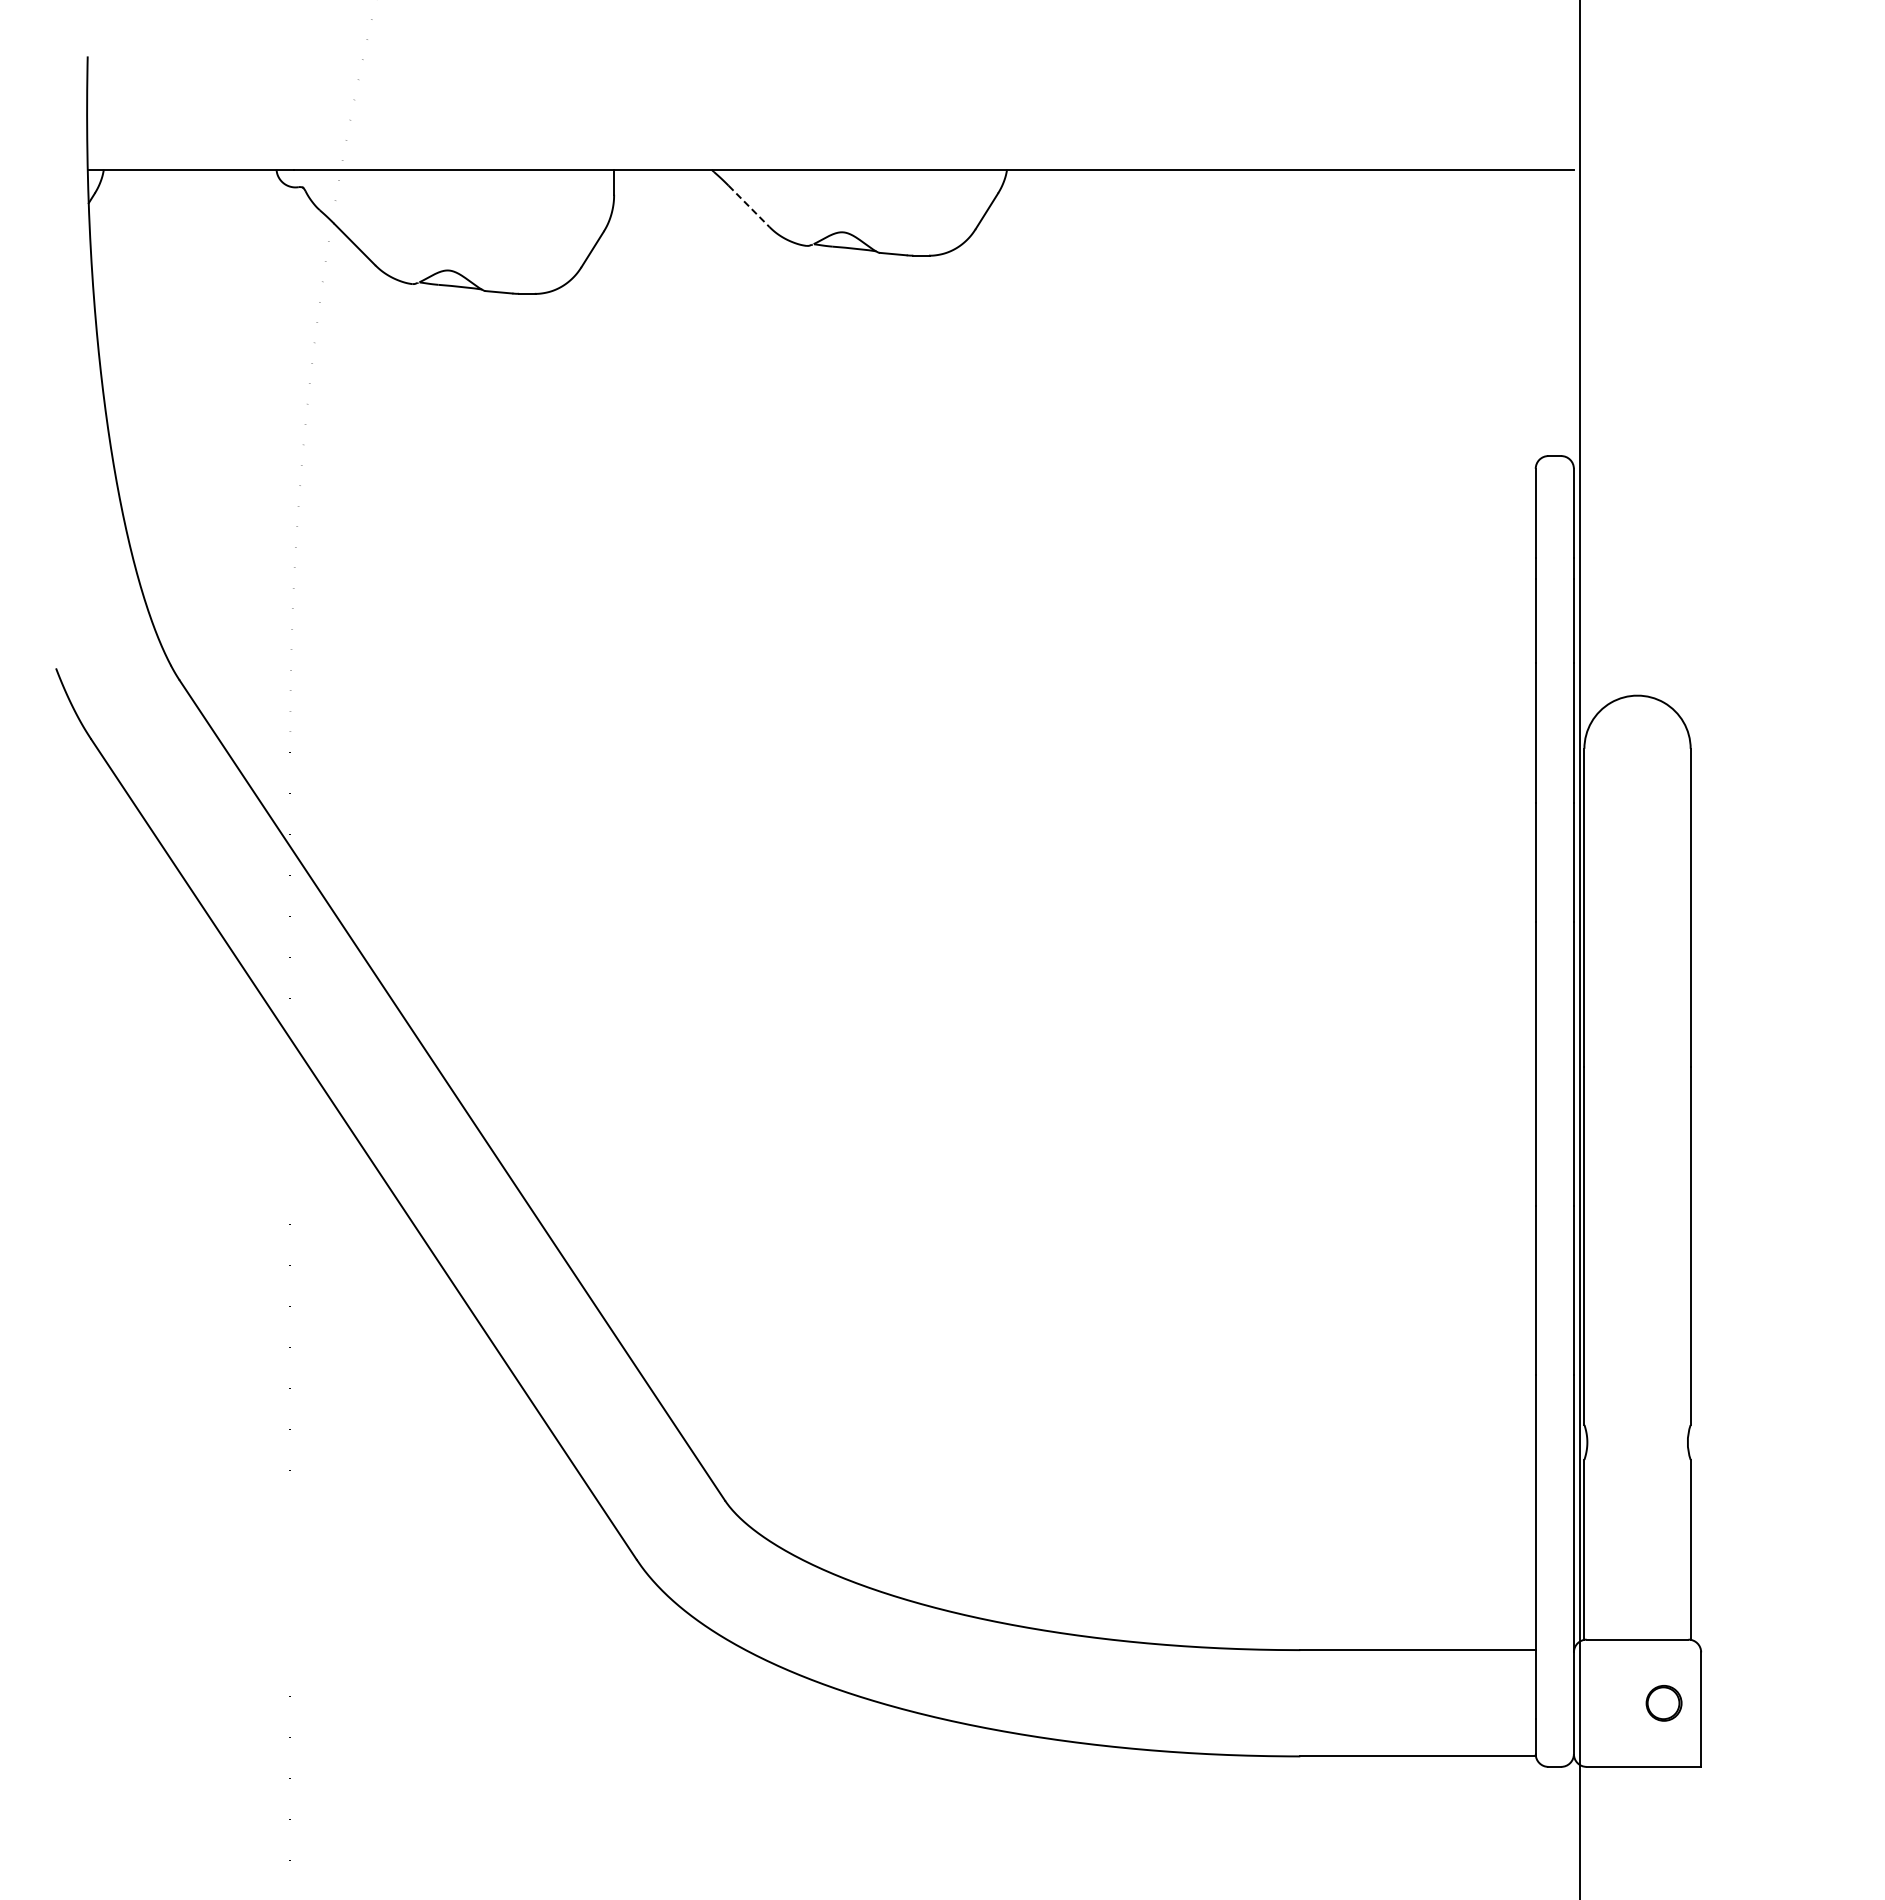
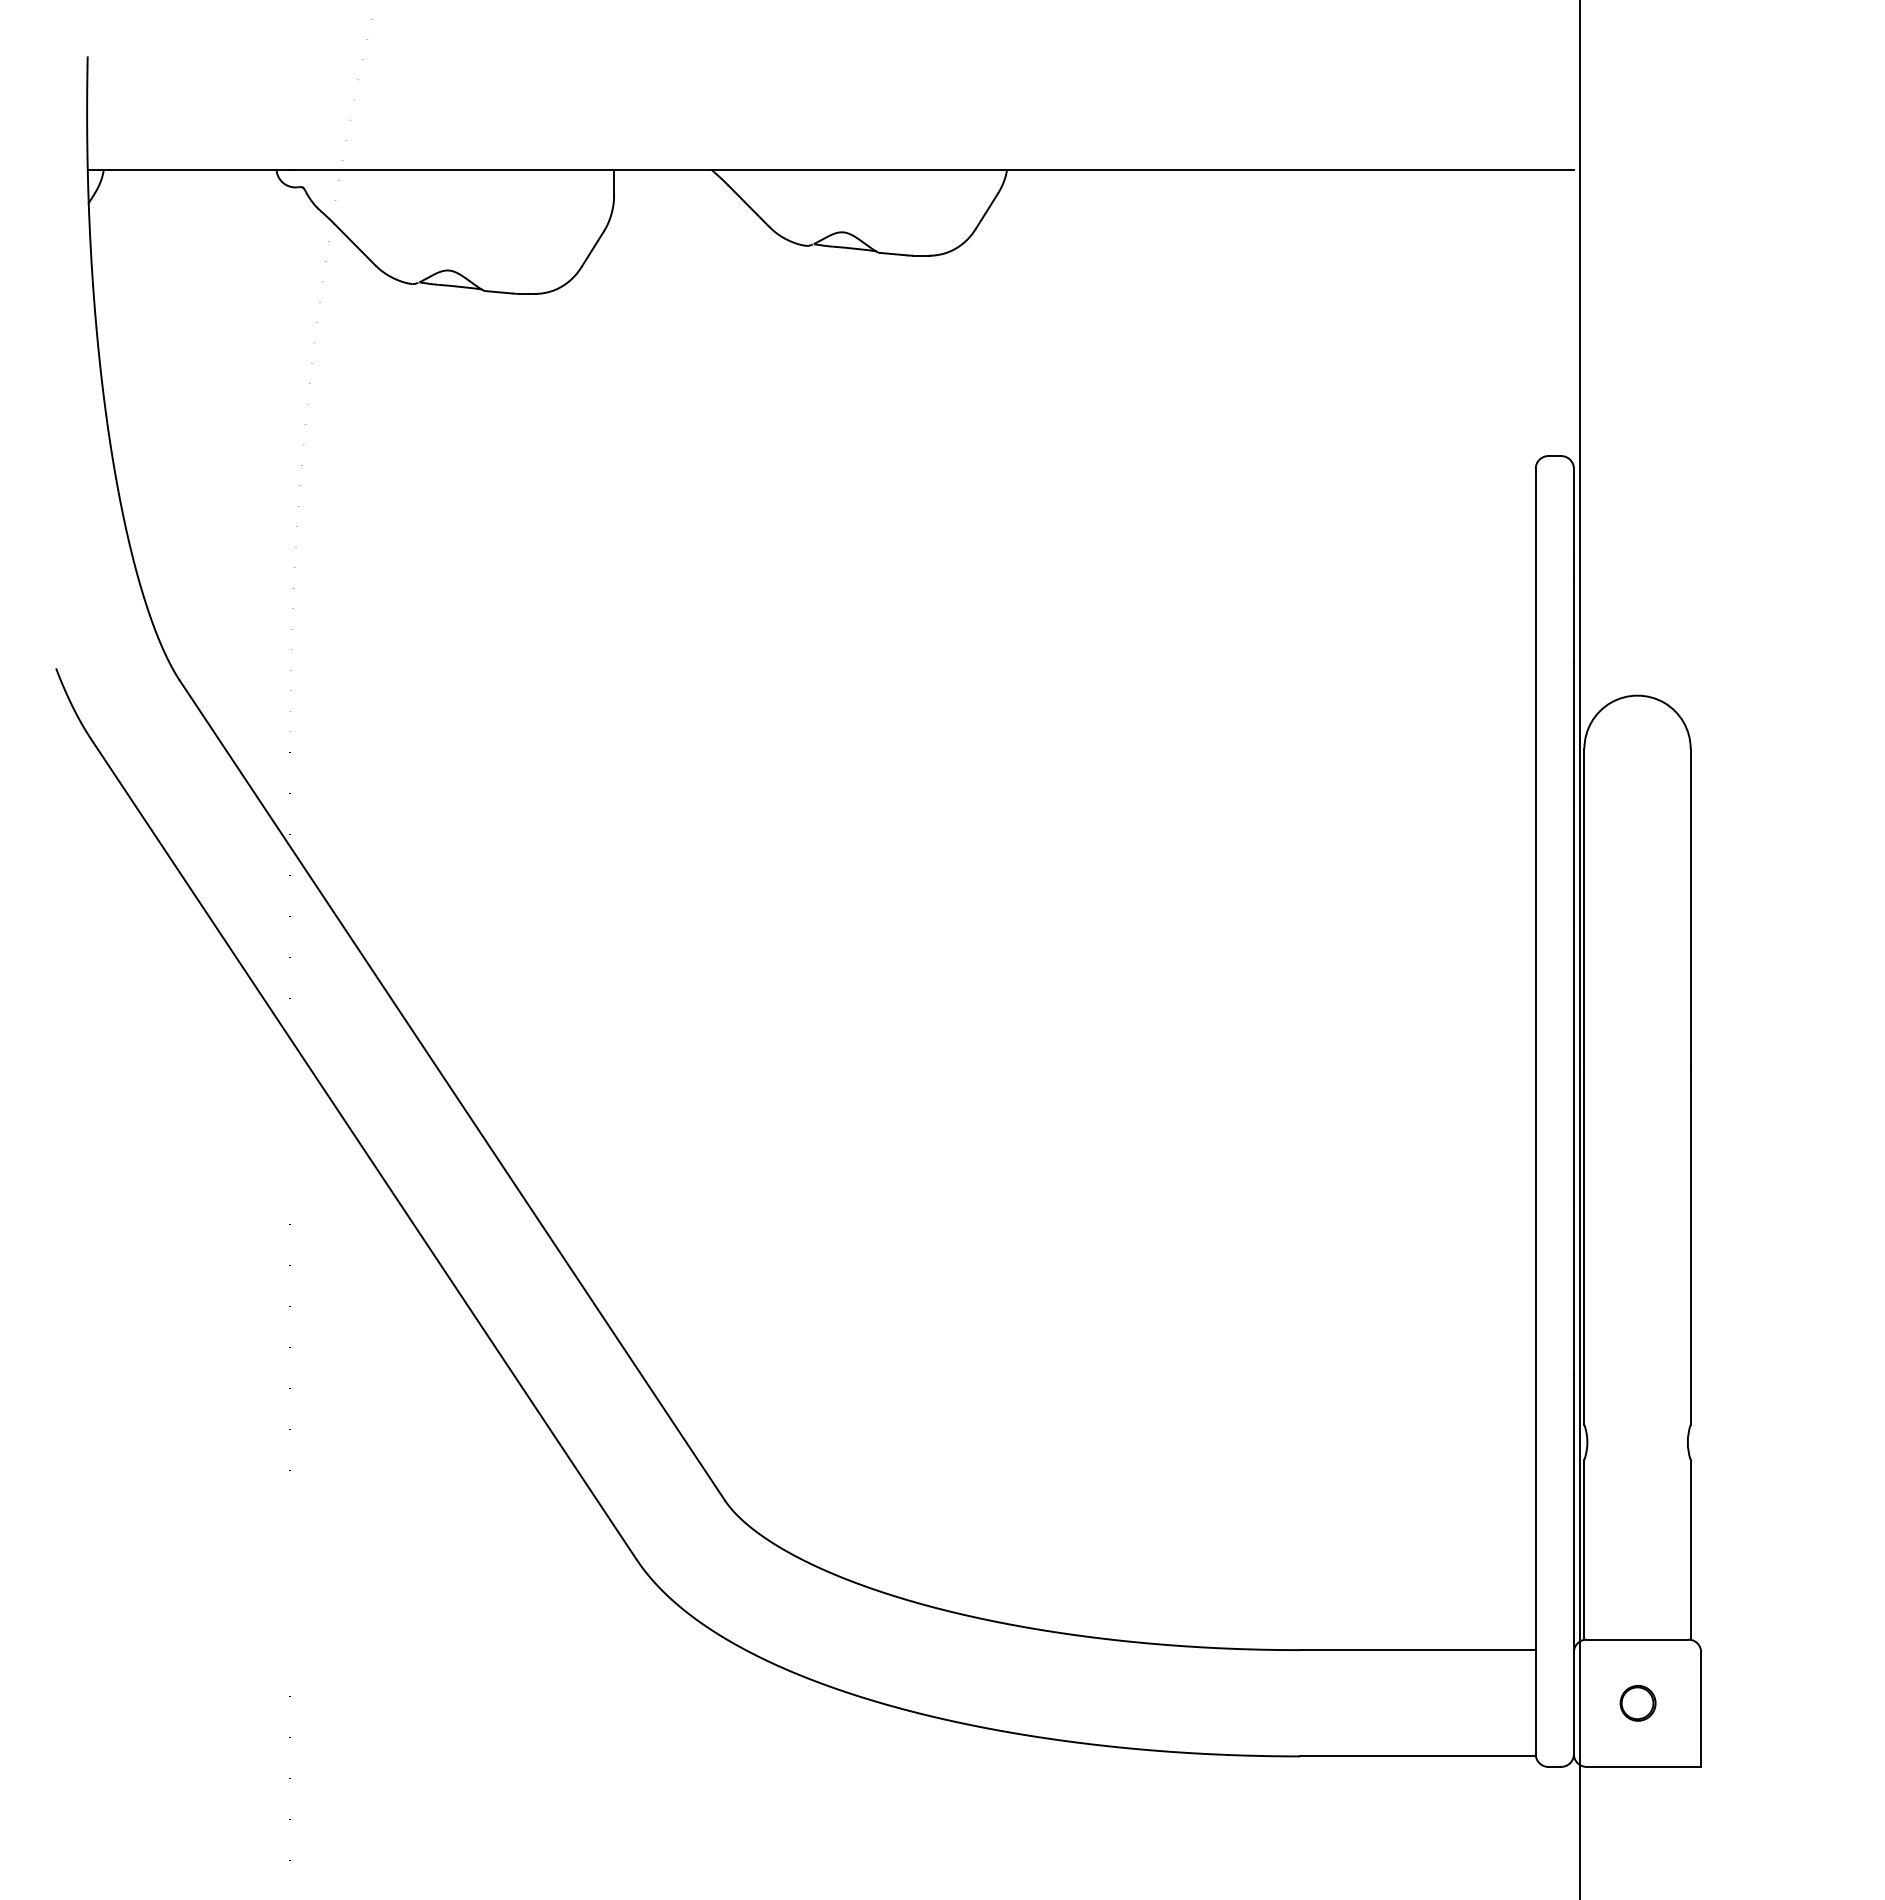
line at (749, 206): dashed -> solid
part at (1663, 1703) position: (1663, 1703) -> (1637, 1703)
